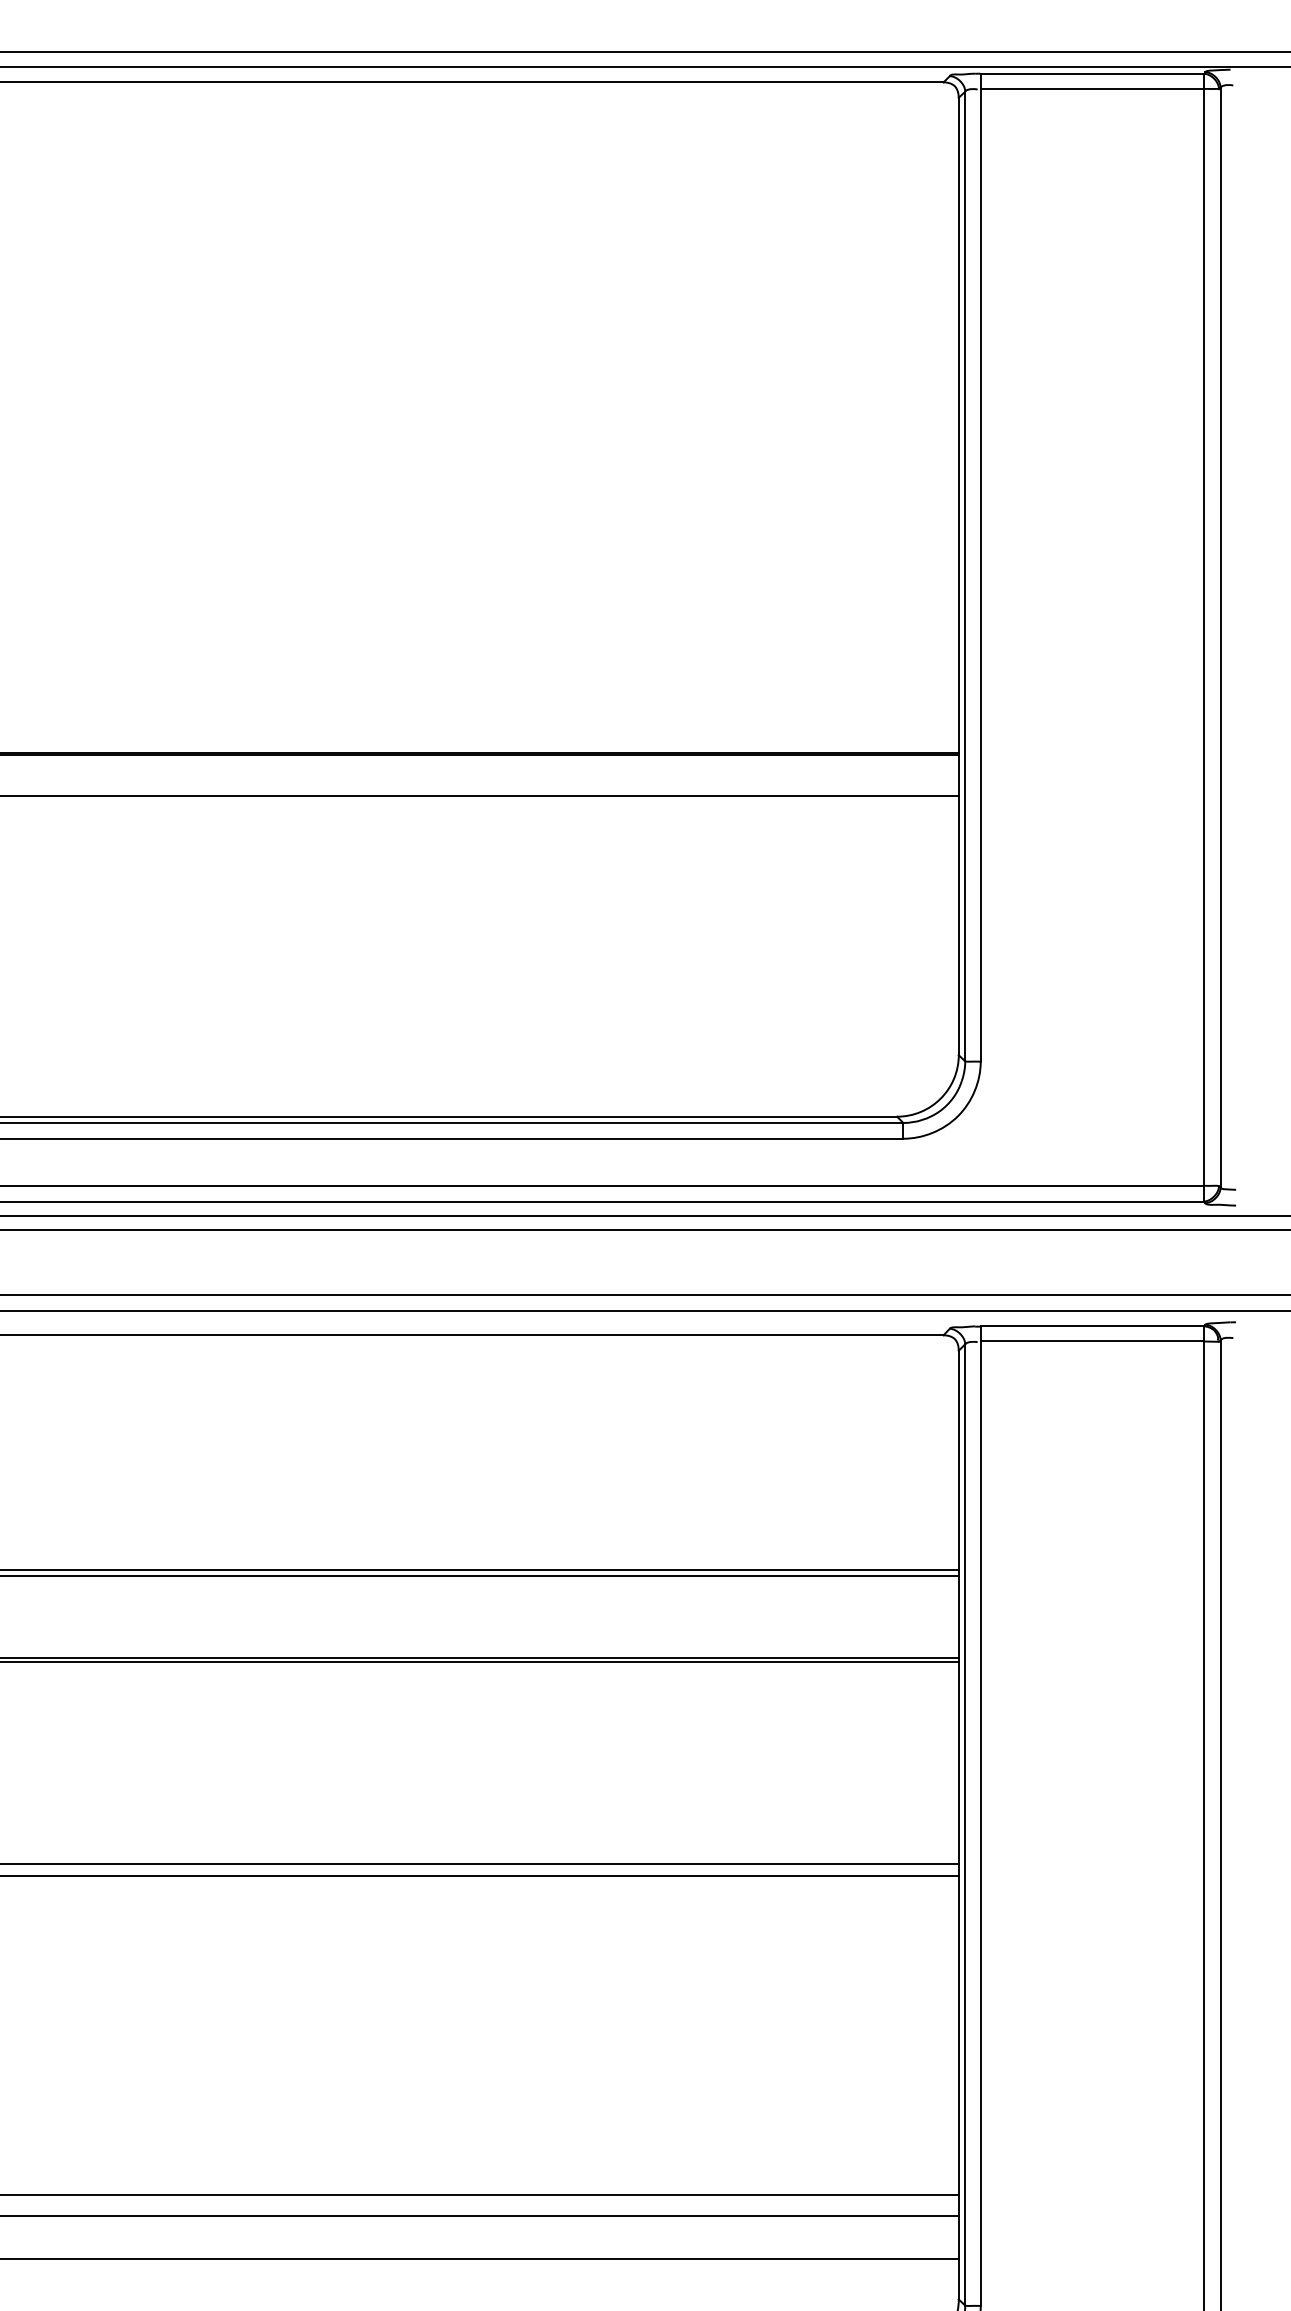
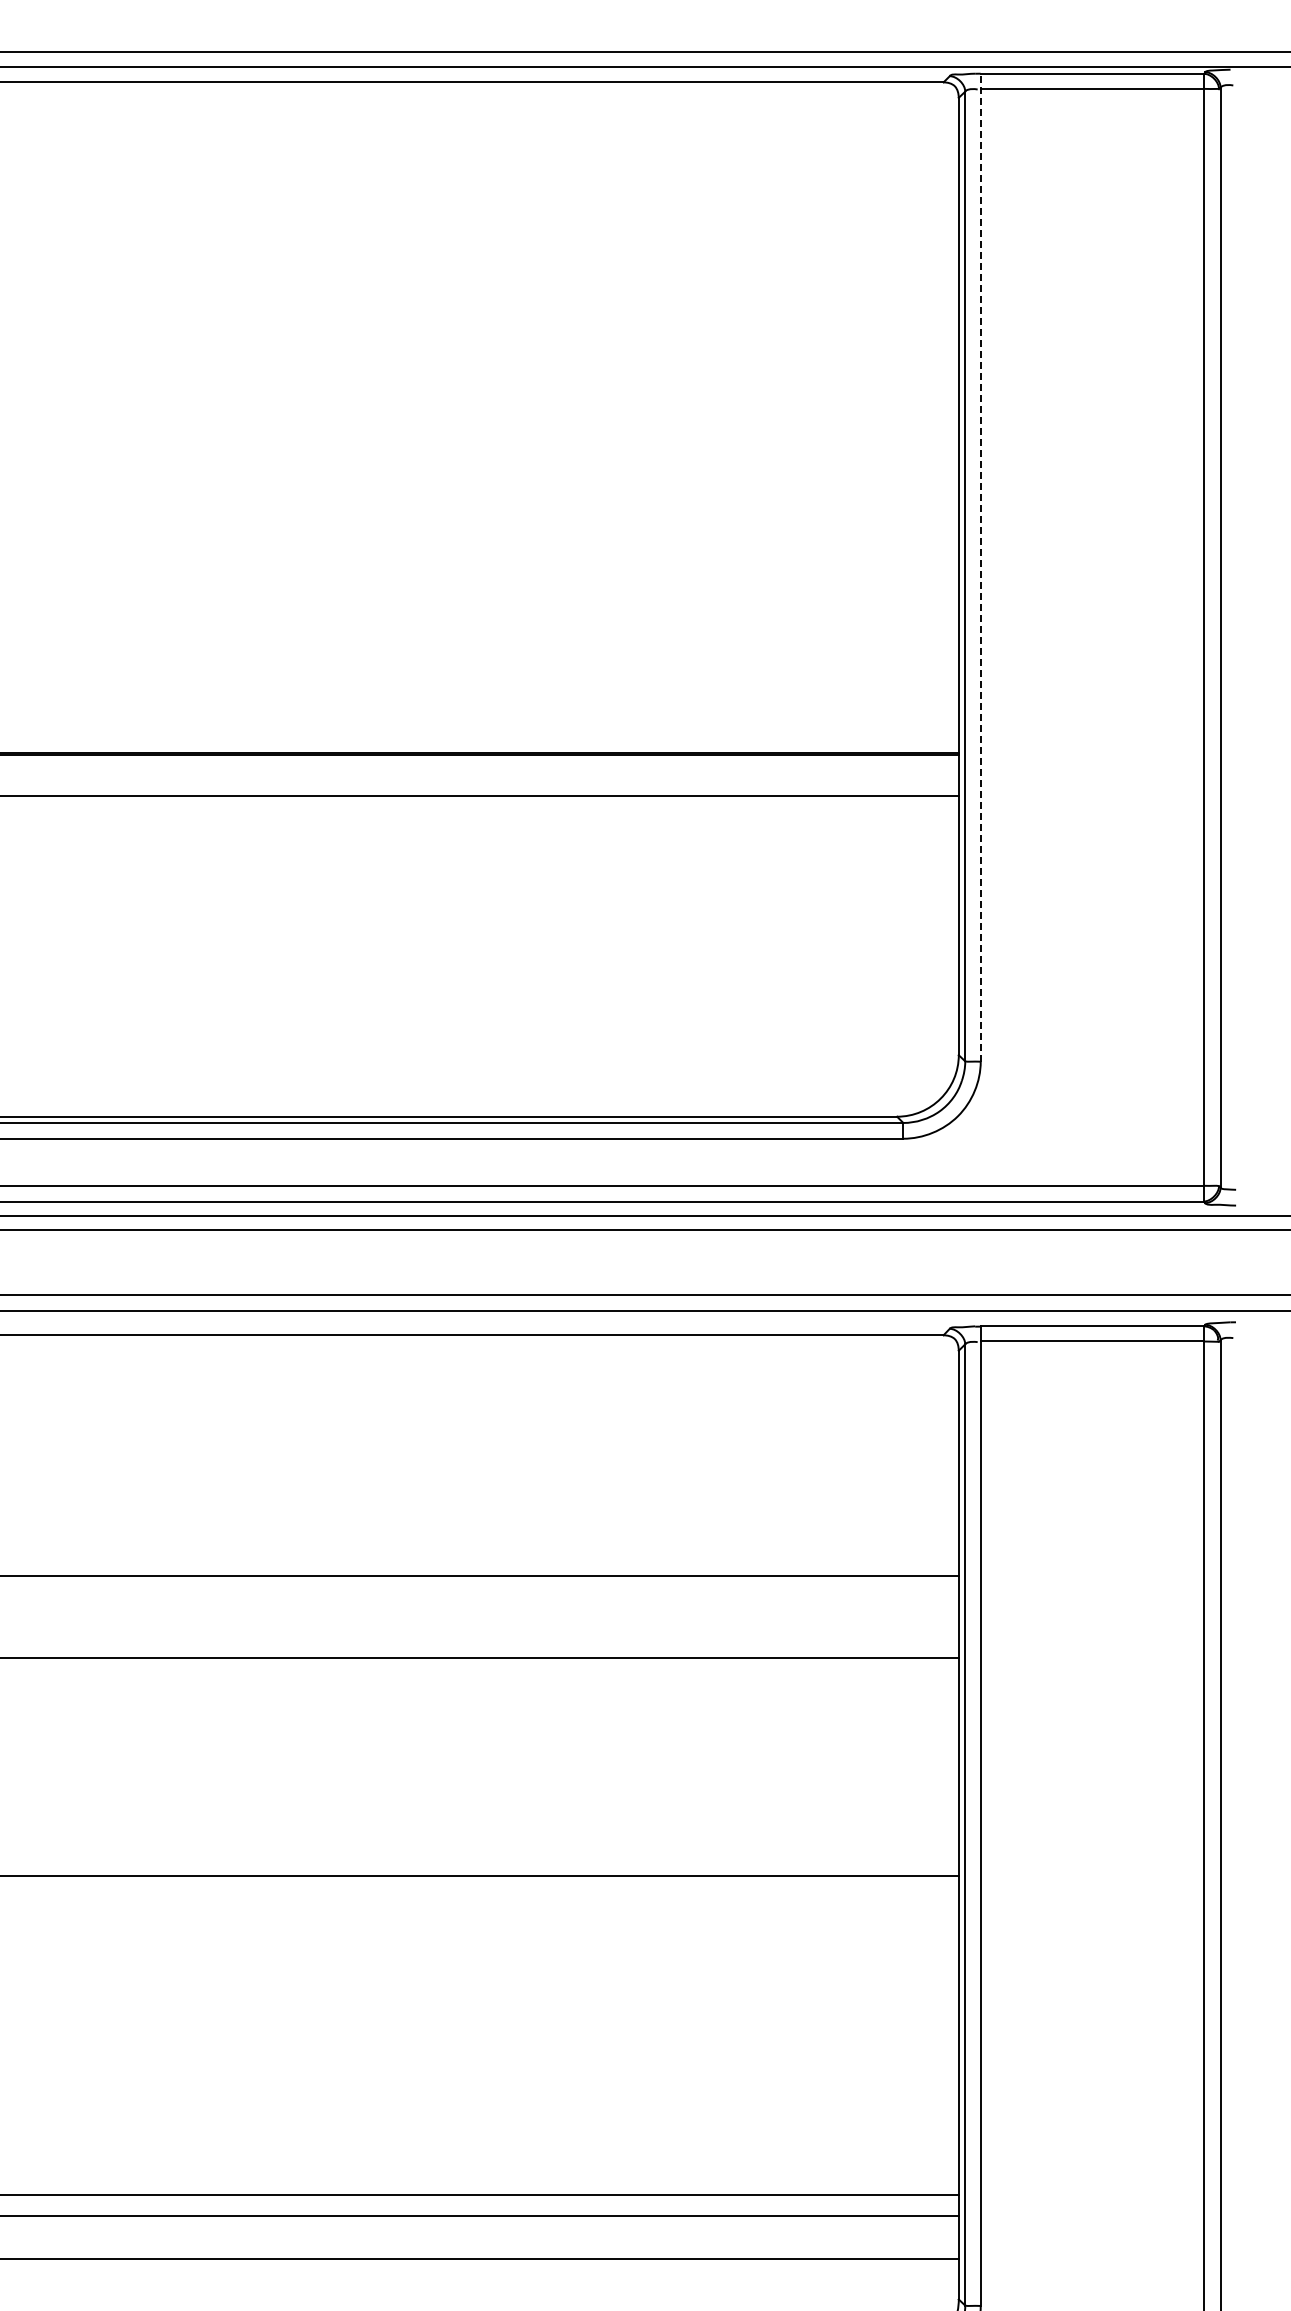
line at (980, 567): solid -> dashed
line at (480, 1570): present -> none
line at (480, 1661): present -> none
line at (480, 1863): present -> none
